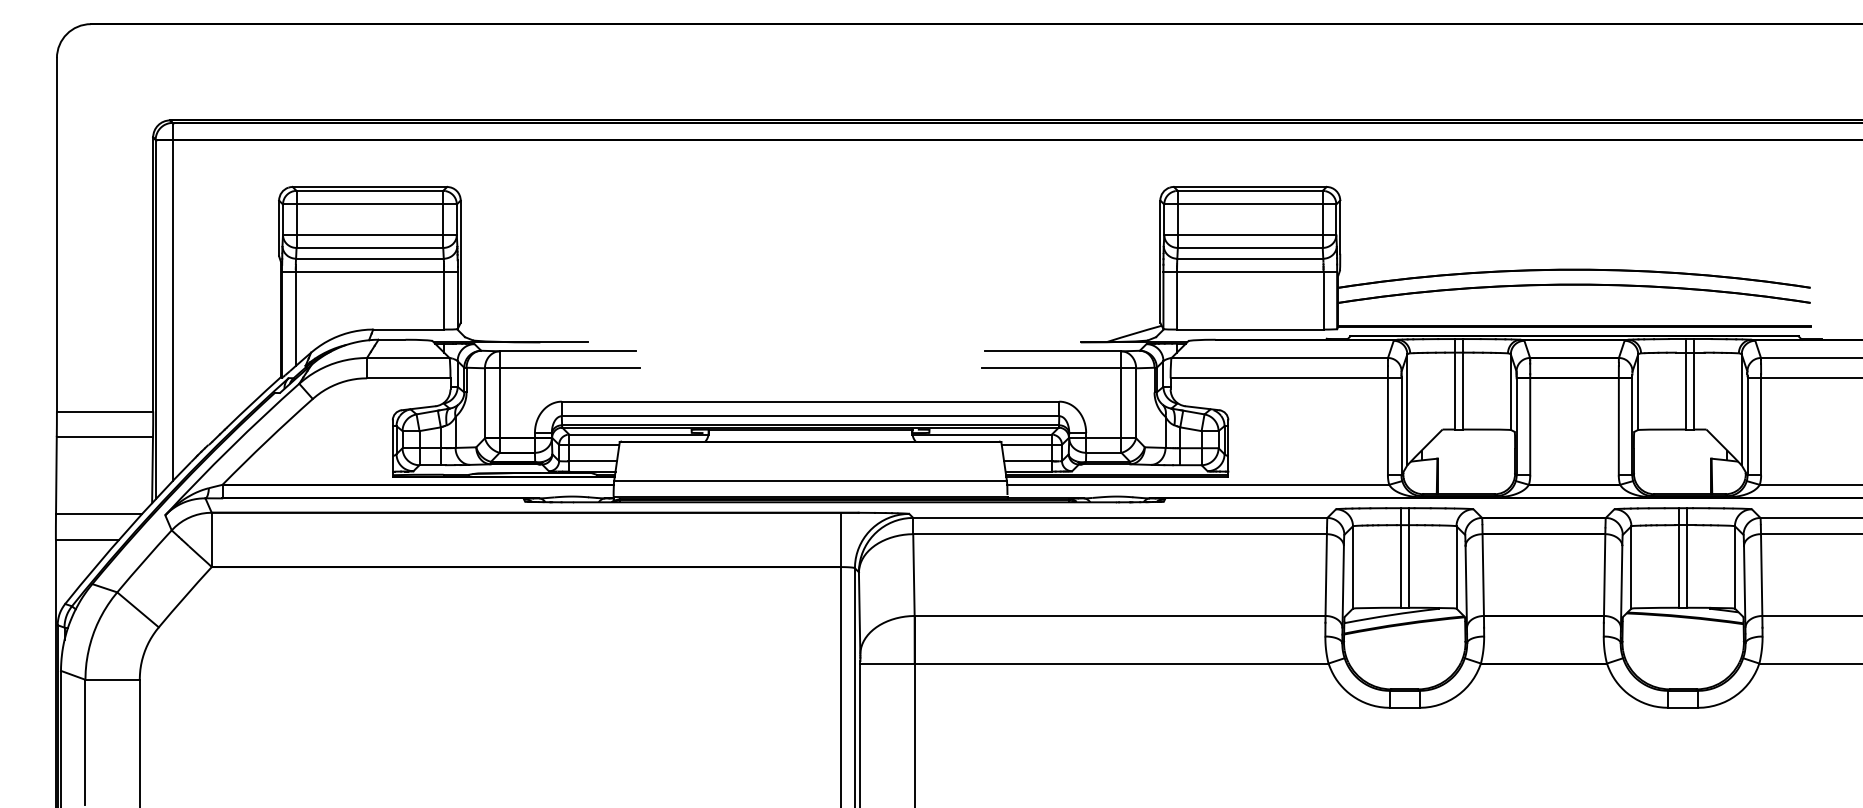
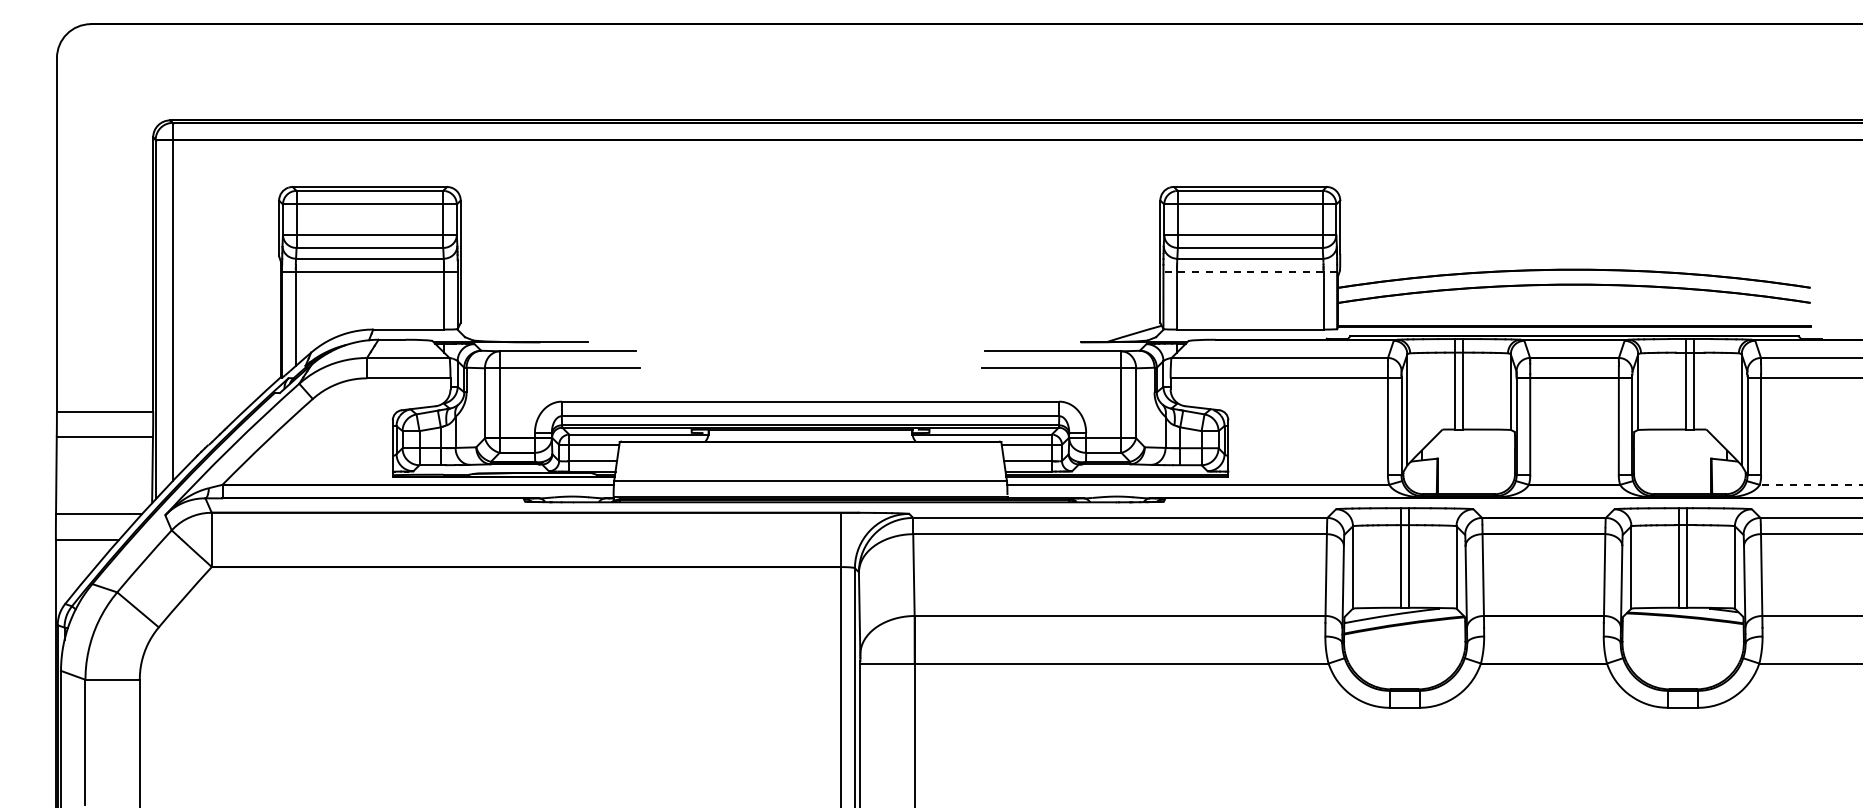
line at (1250, 271): solid -> dashed
line at (1810, 484): solid -> dashed
